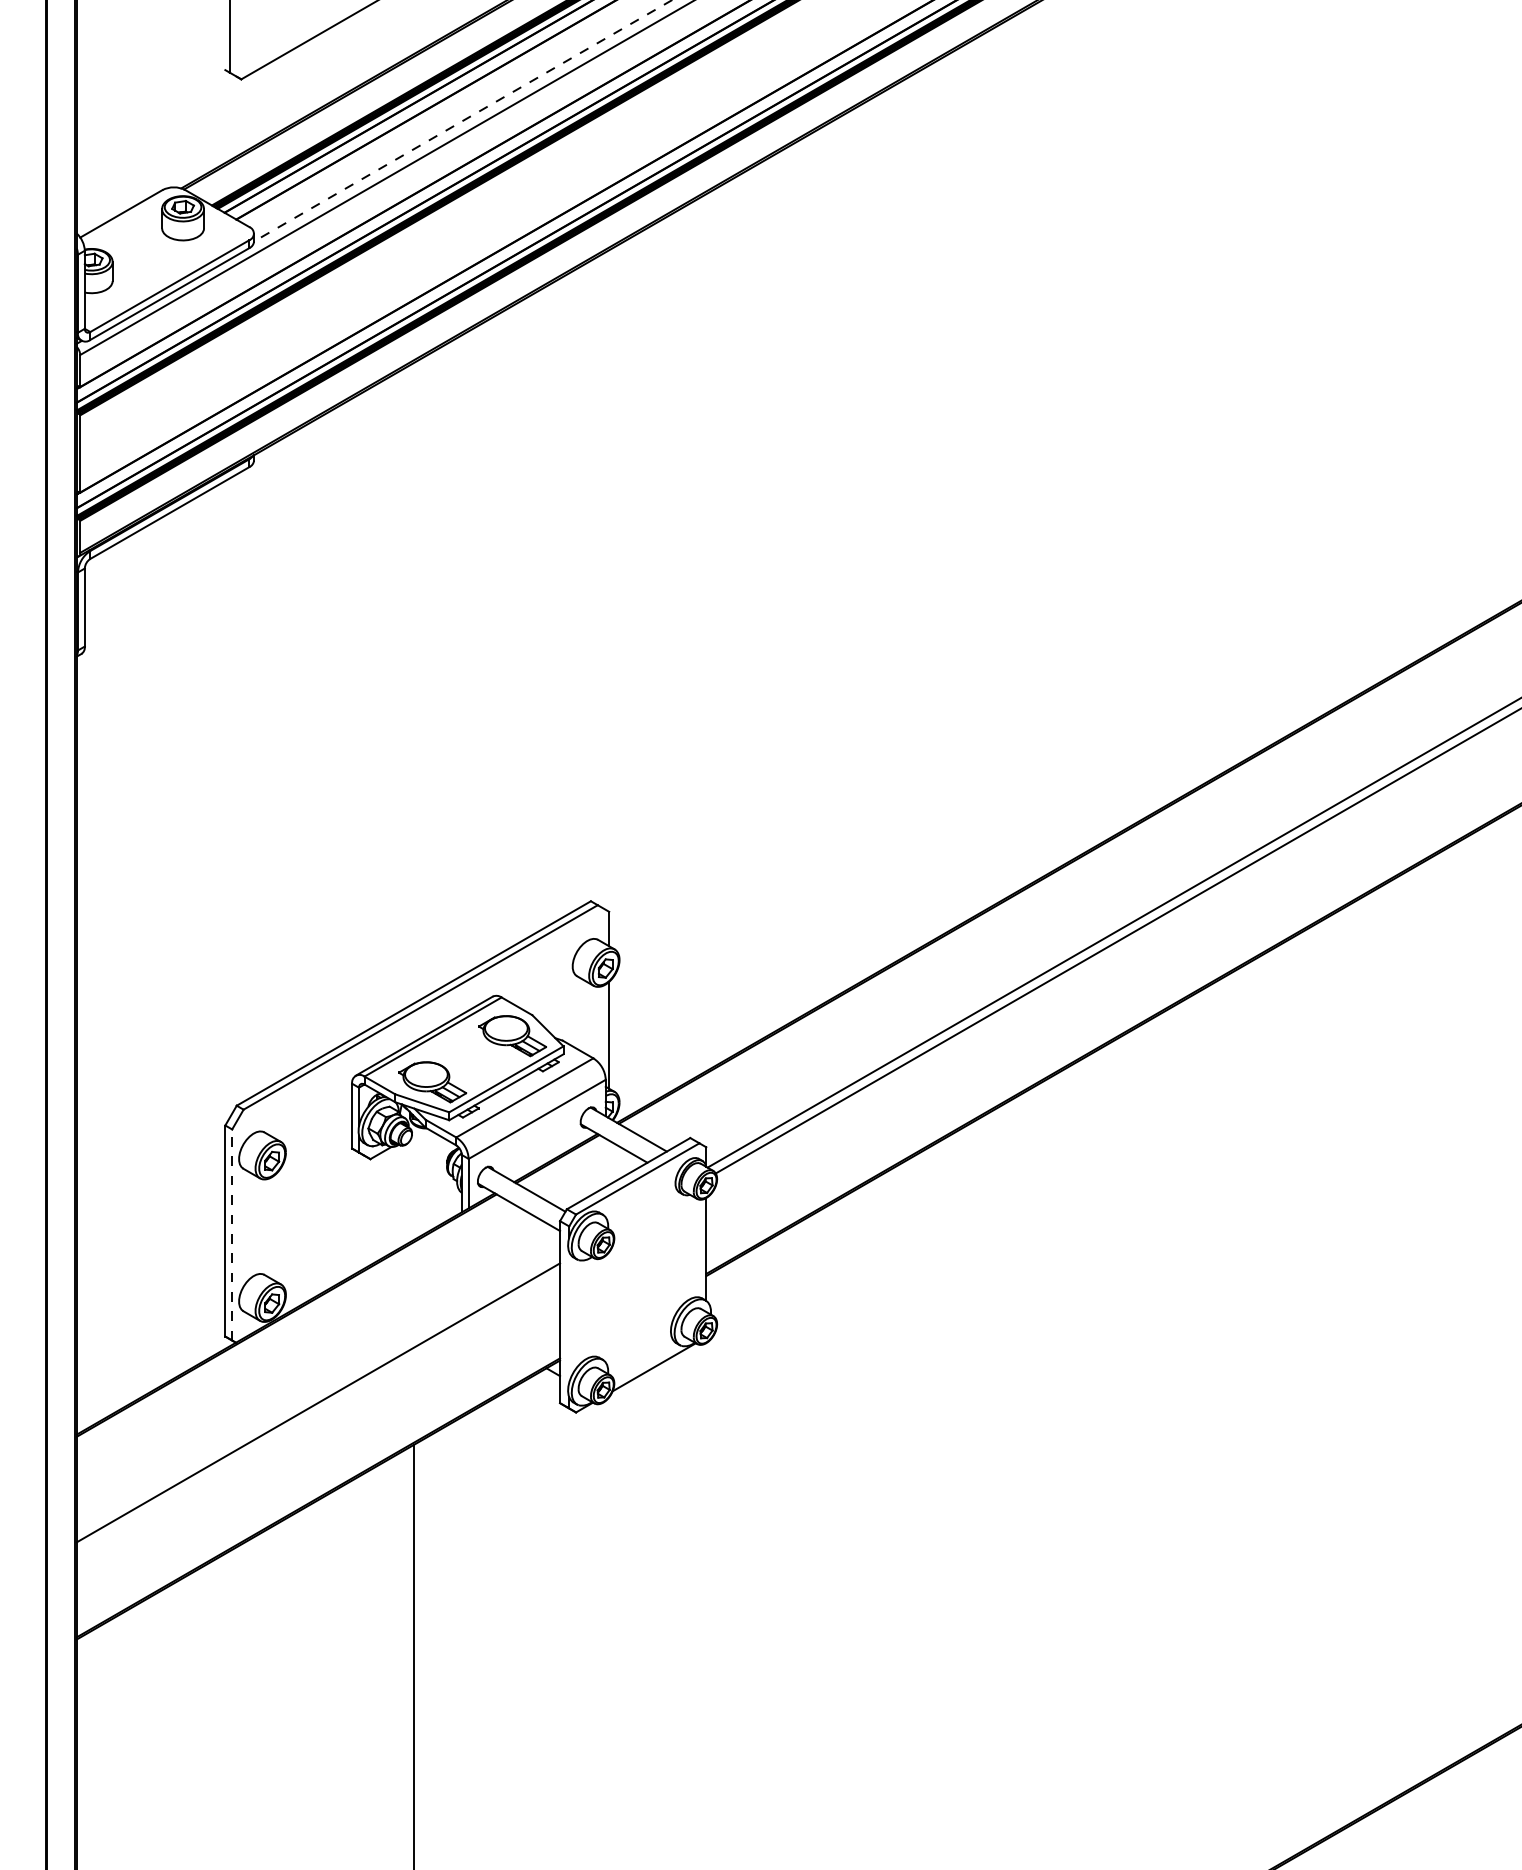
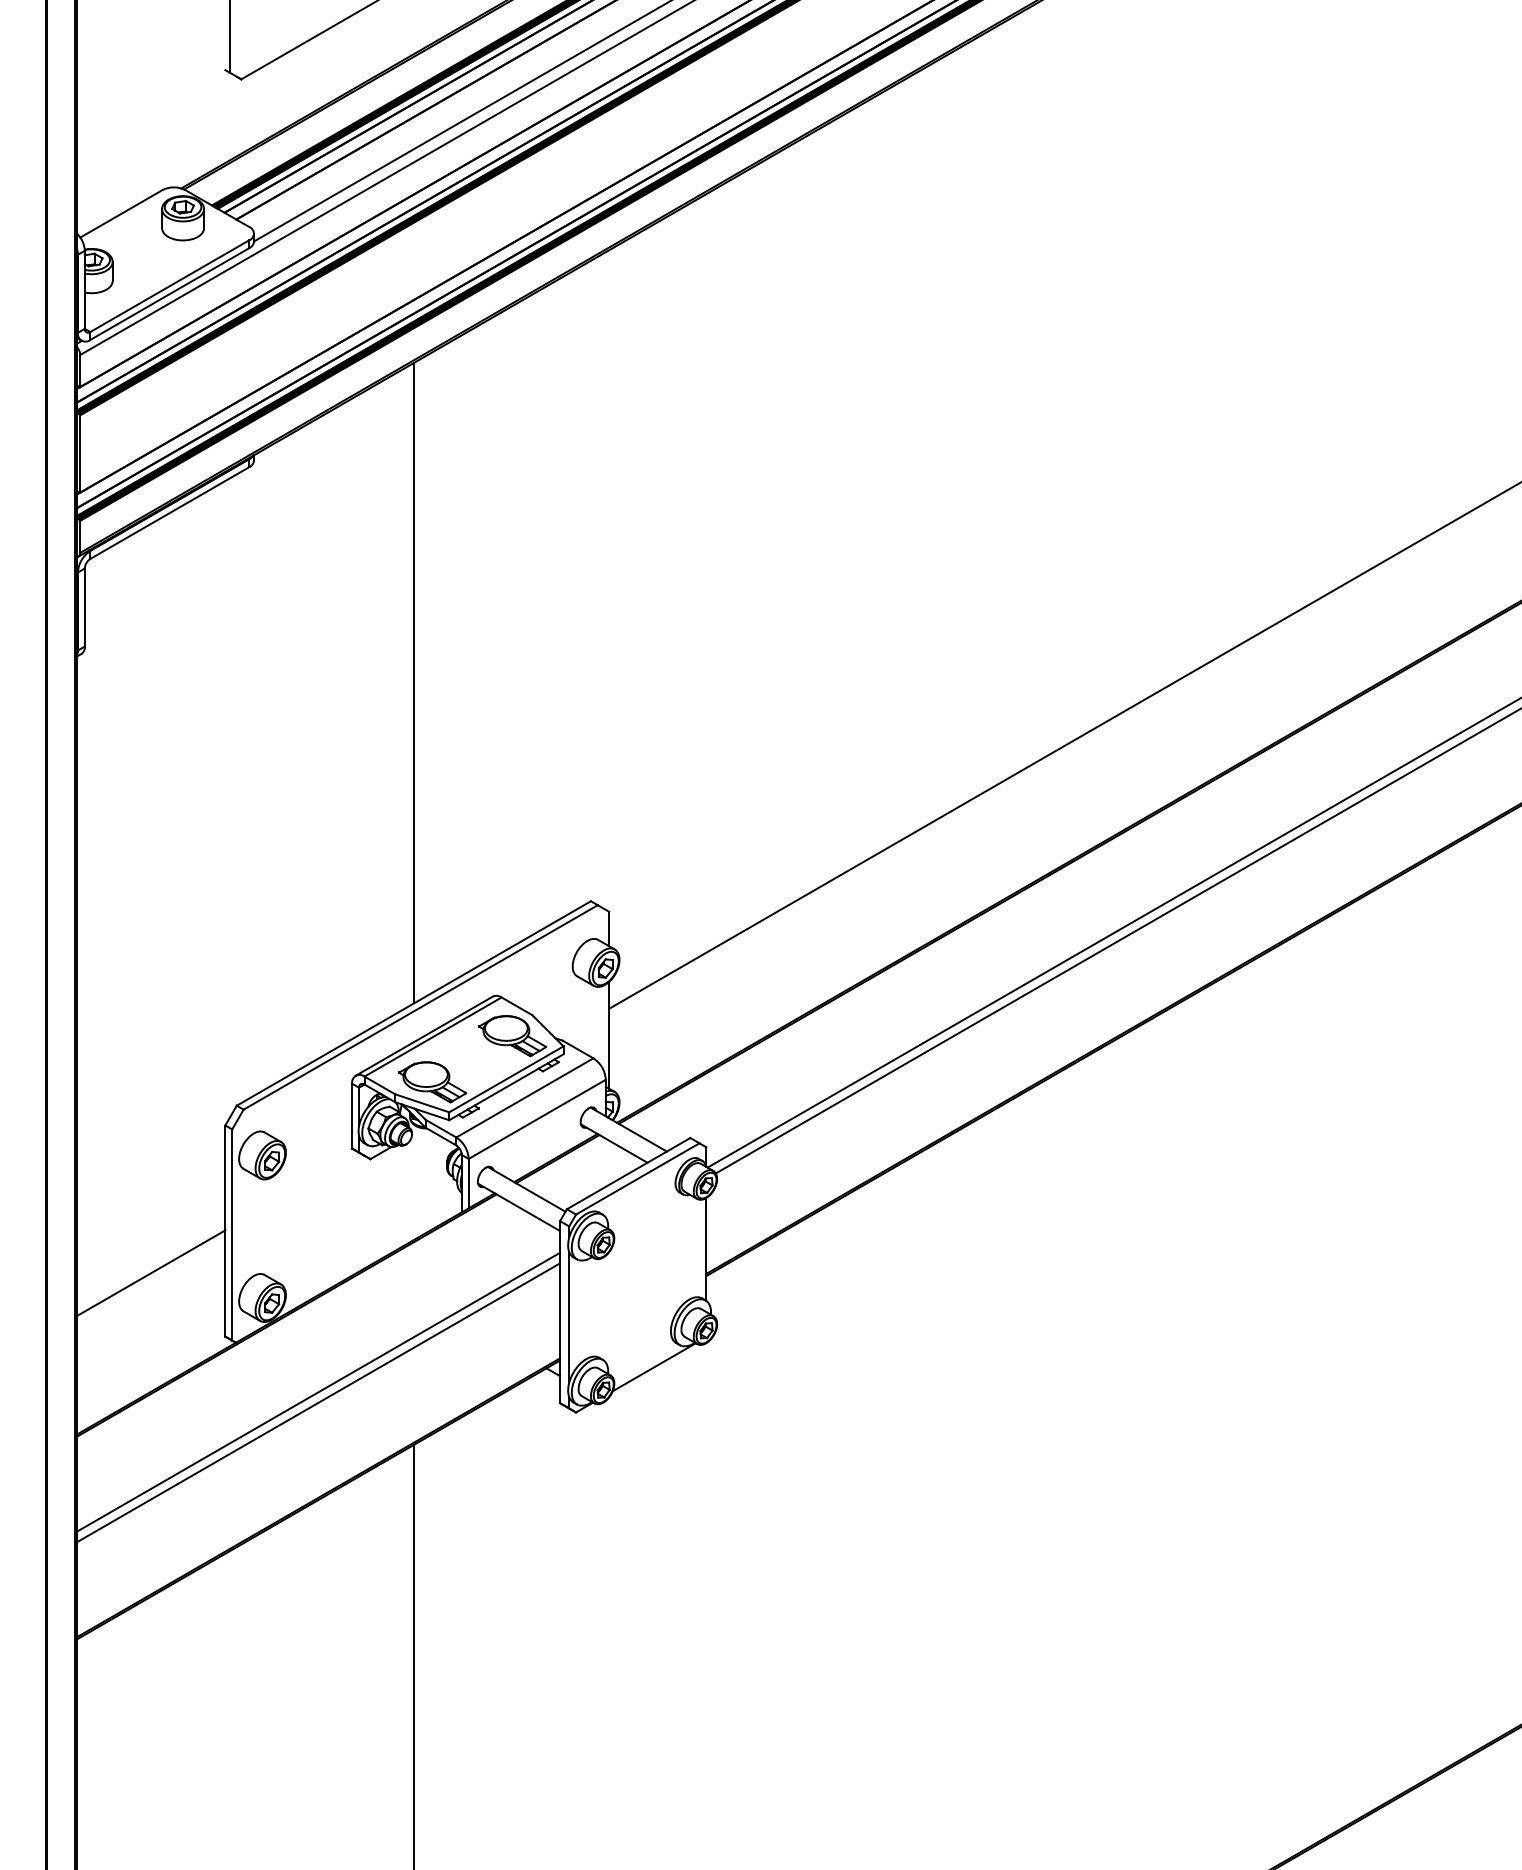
line at (462, 121): dashed -> solid
line at (413, 683): none -> present
line at (1063, 745): none -> present
line at (232, 1235): dashed -> solid
line at (150, 1273): none -> present
line at (569, 1317): none -> present
line at (318, 1391): none -> present
